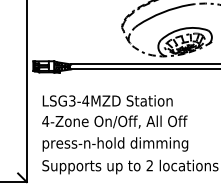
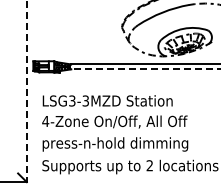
line at (145, 69): solid -> dashed
line at (26, 91): solid -> dashed
text at (85, 100): LSG3-4MZD -> LSG3-3MZD
